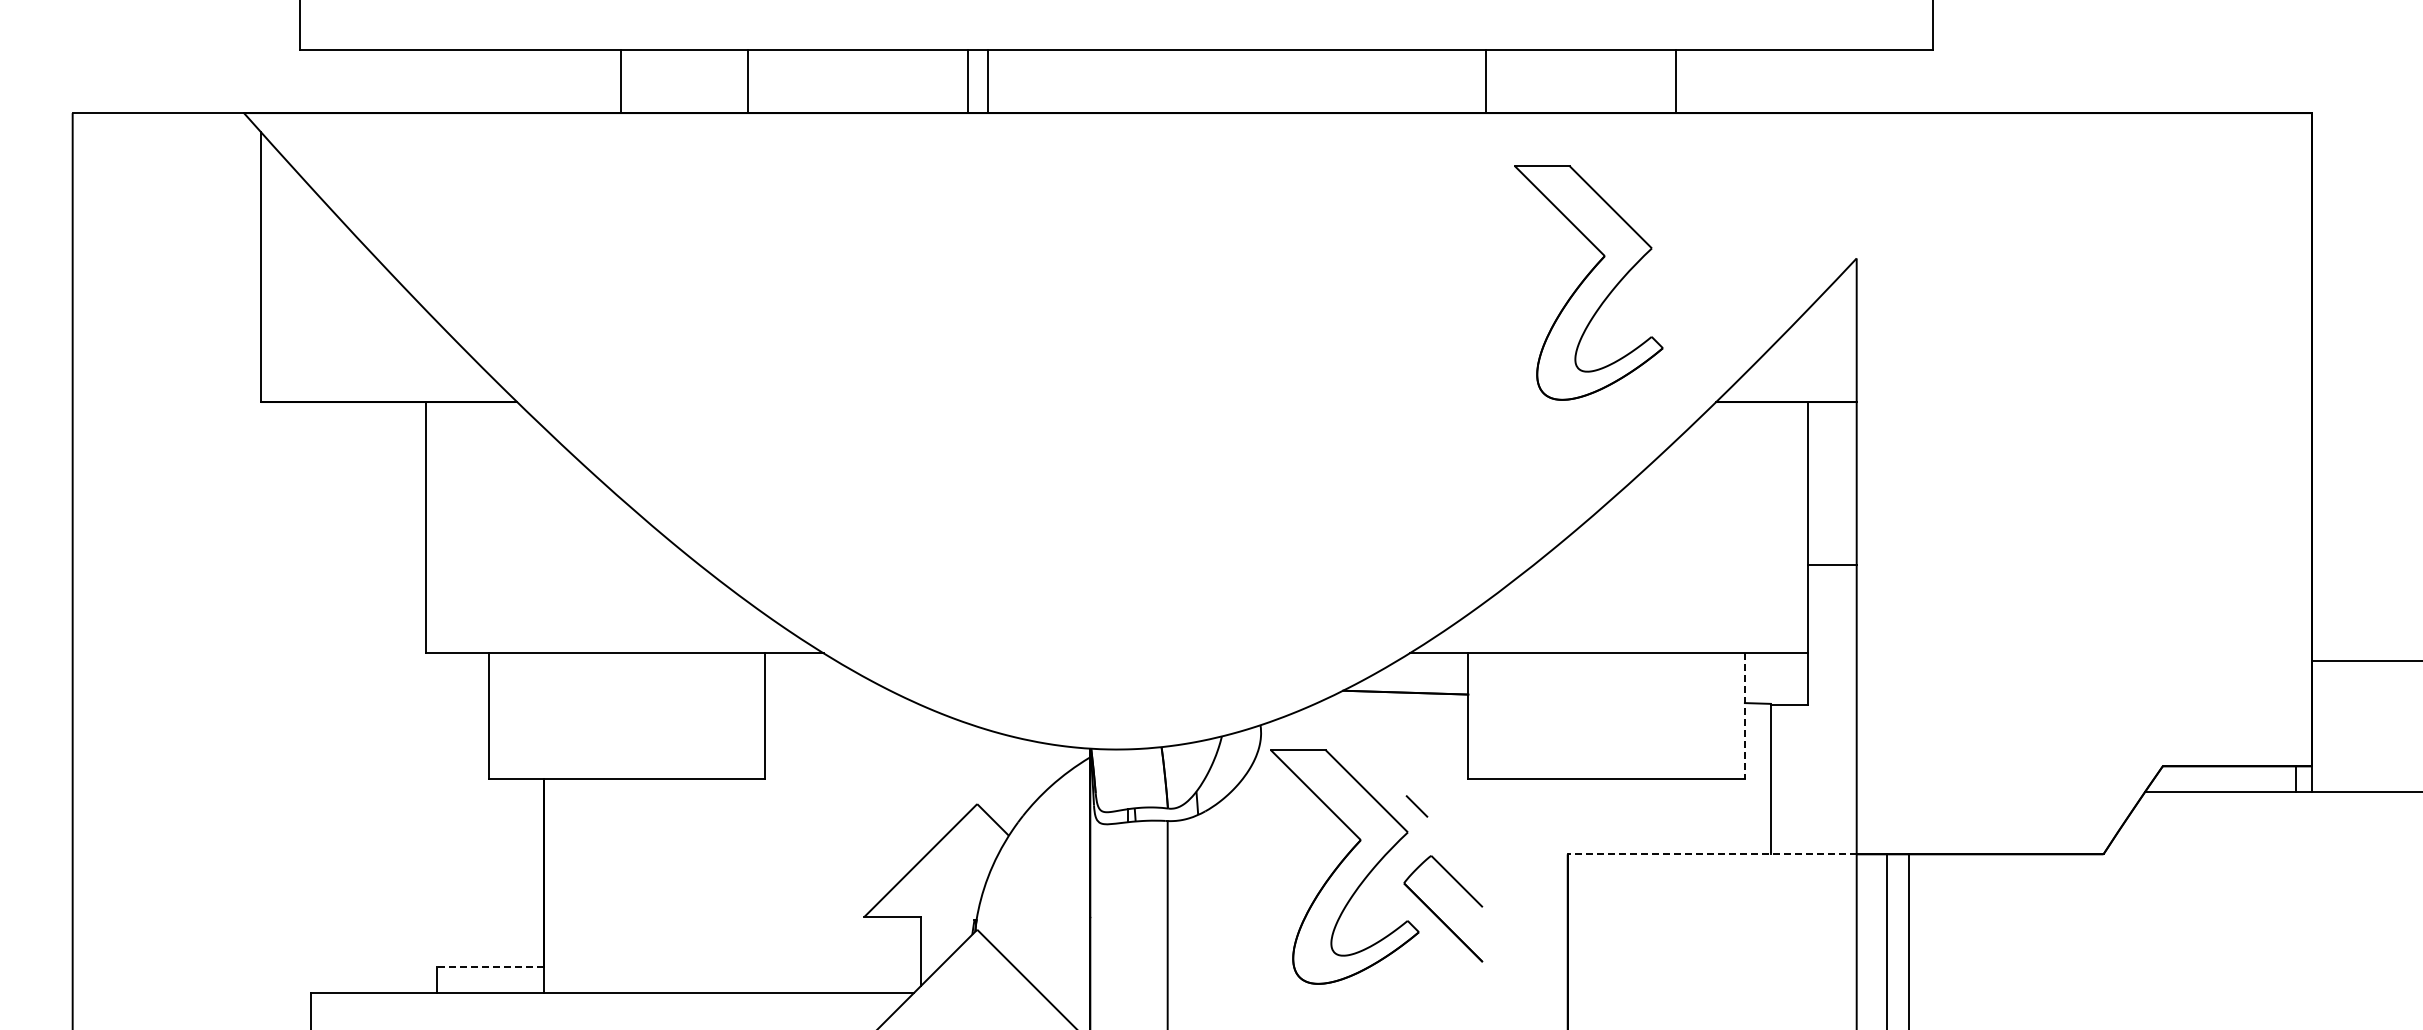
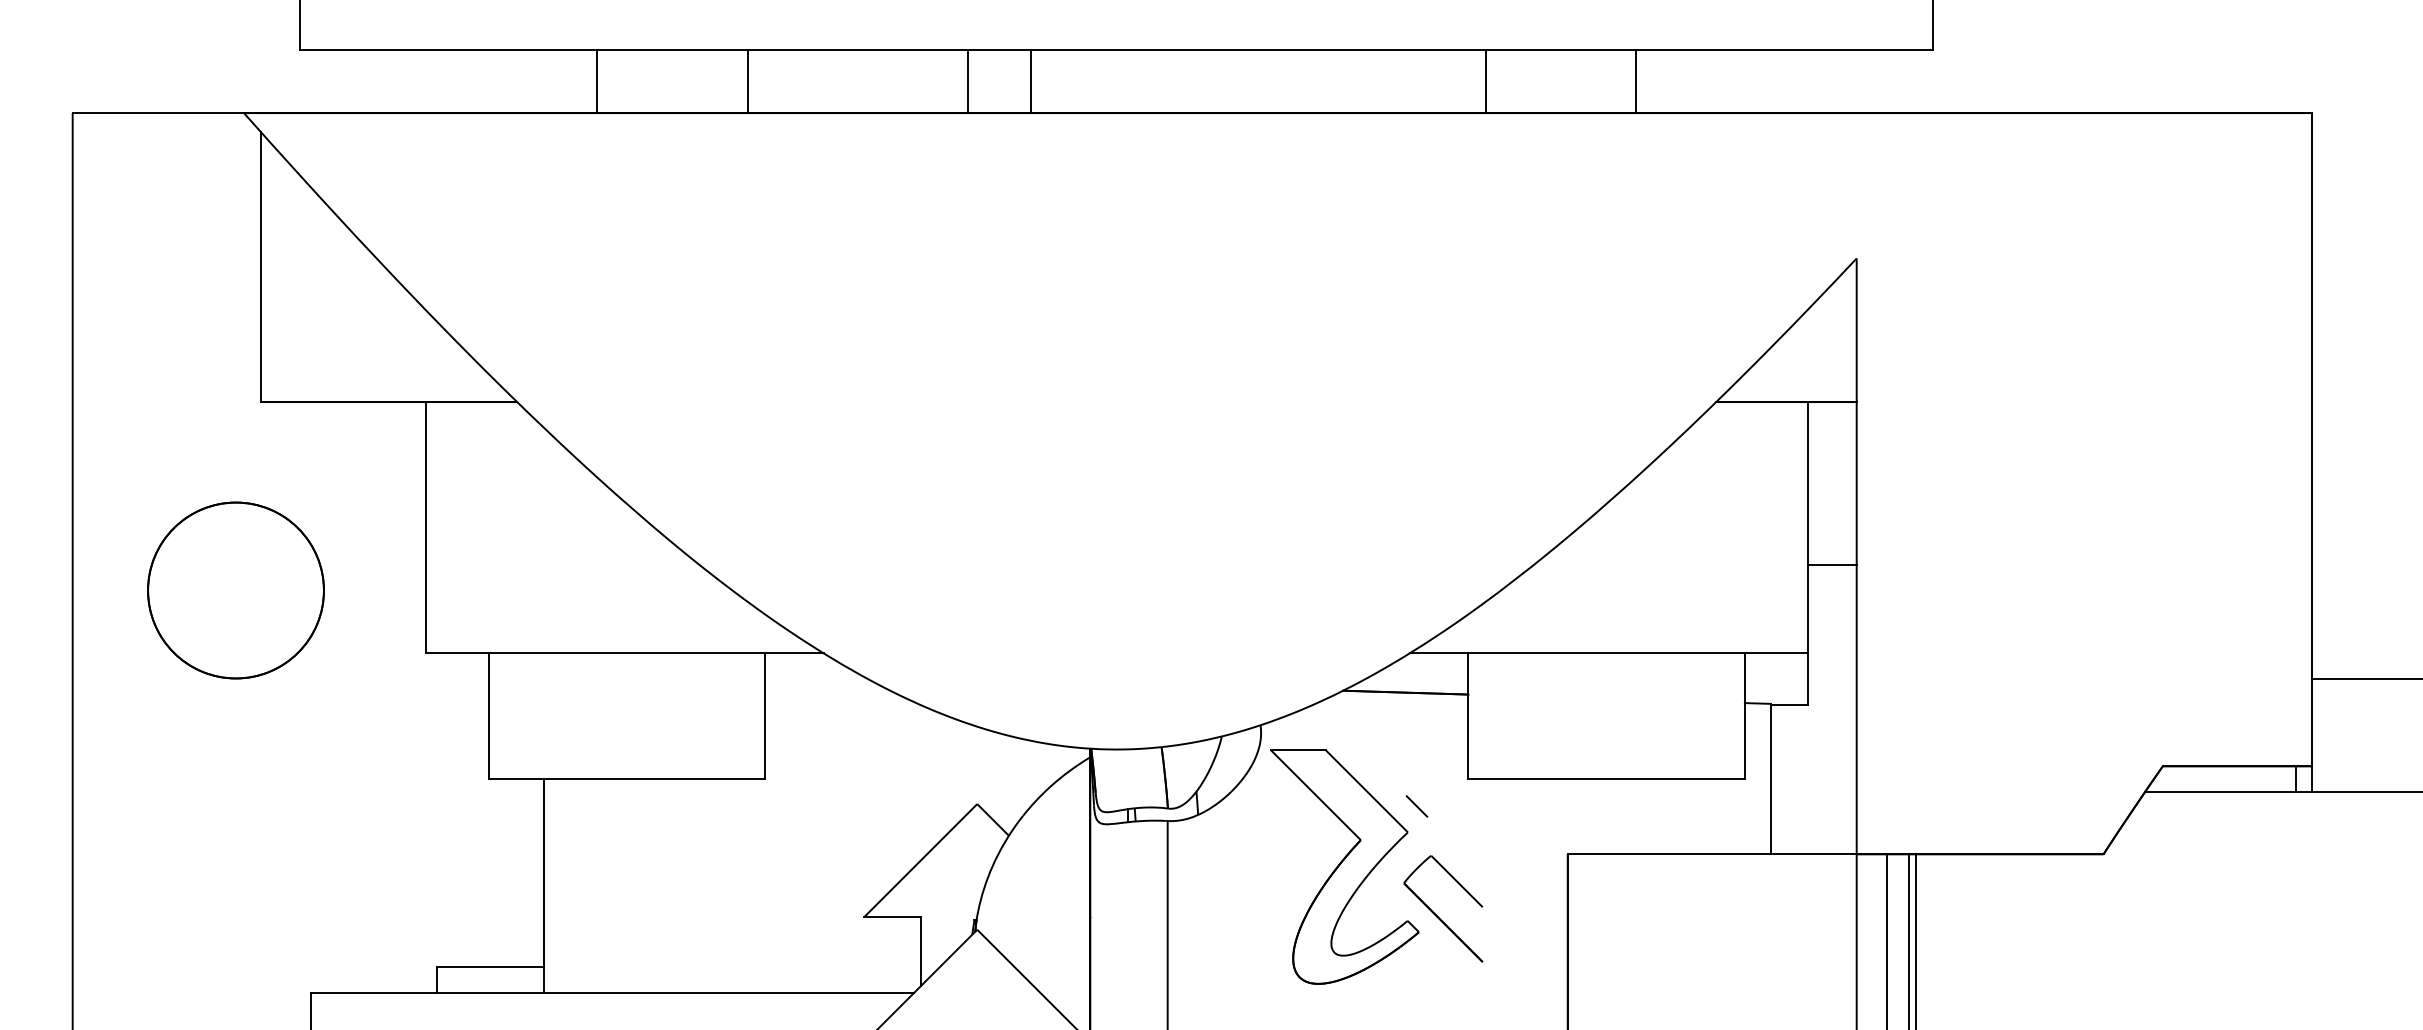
line at (621, 81) position: (621, 81) -> (597, 81)
line at (988, 81) position: (988, 81) -> (1031, 81)
line at (1676, 81) position: (1676, 81) -> (1636, 81)
part at (1588, 282): present -> none
part at (235, 590): none -> present
line at (2365, 661) position: (2365, 661) -> (2365, 679)
line at (1744, 716): dashed -> solid
line at (1711, 854): dashed -> solid
line at (1915, 940): none -> present
line at (489, 967): dashed -> solid
